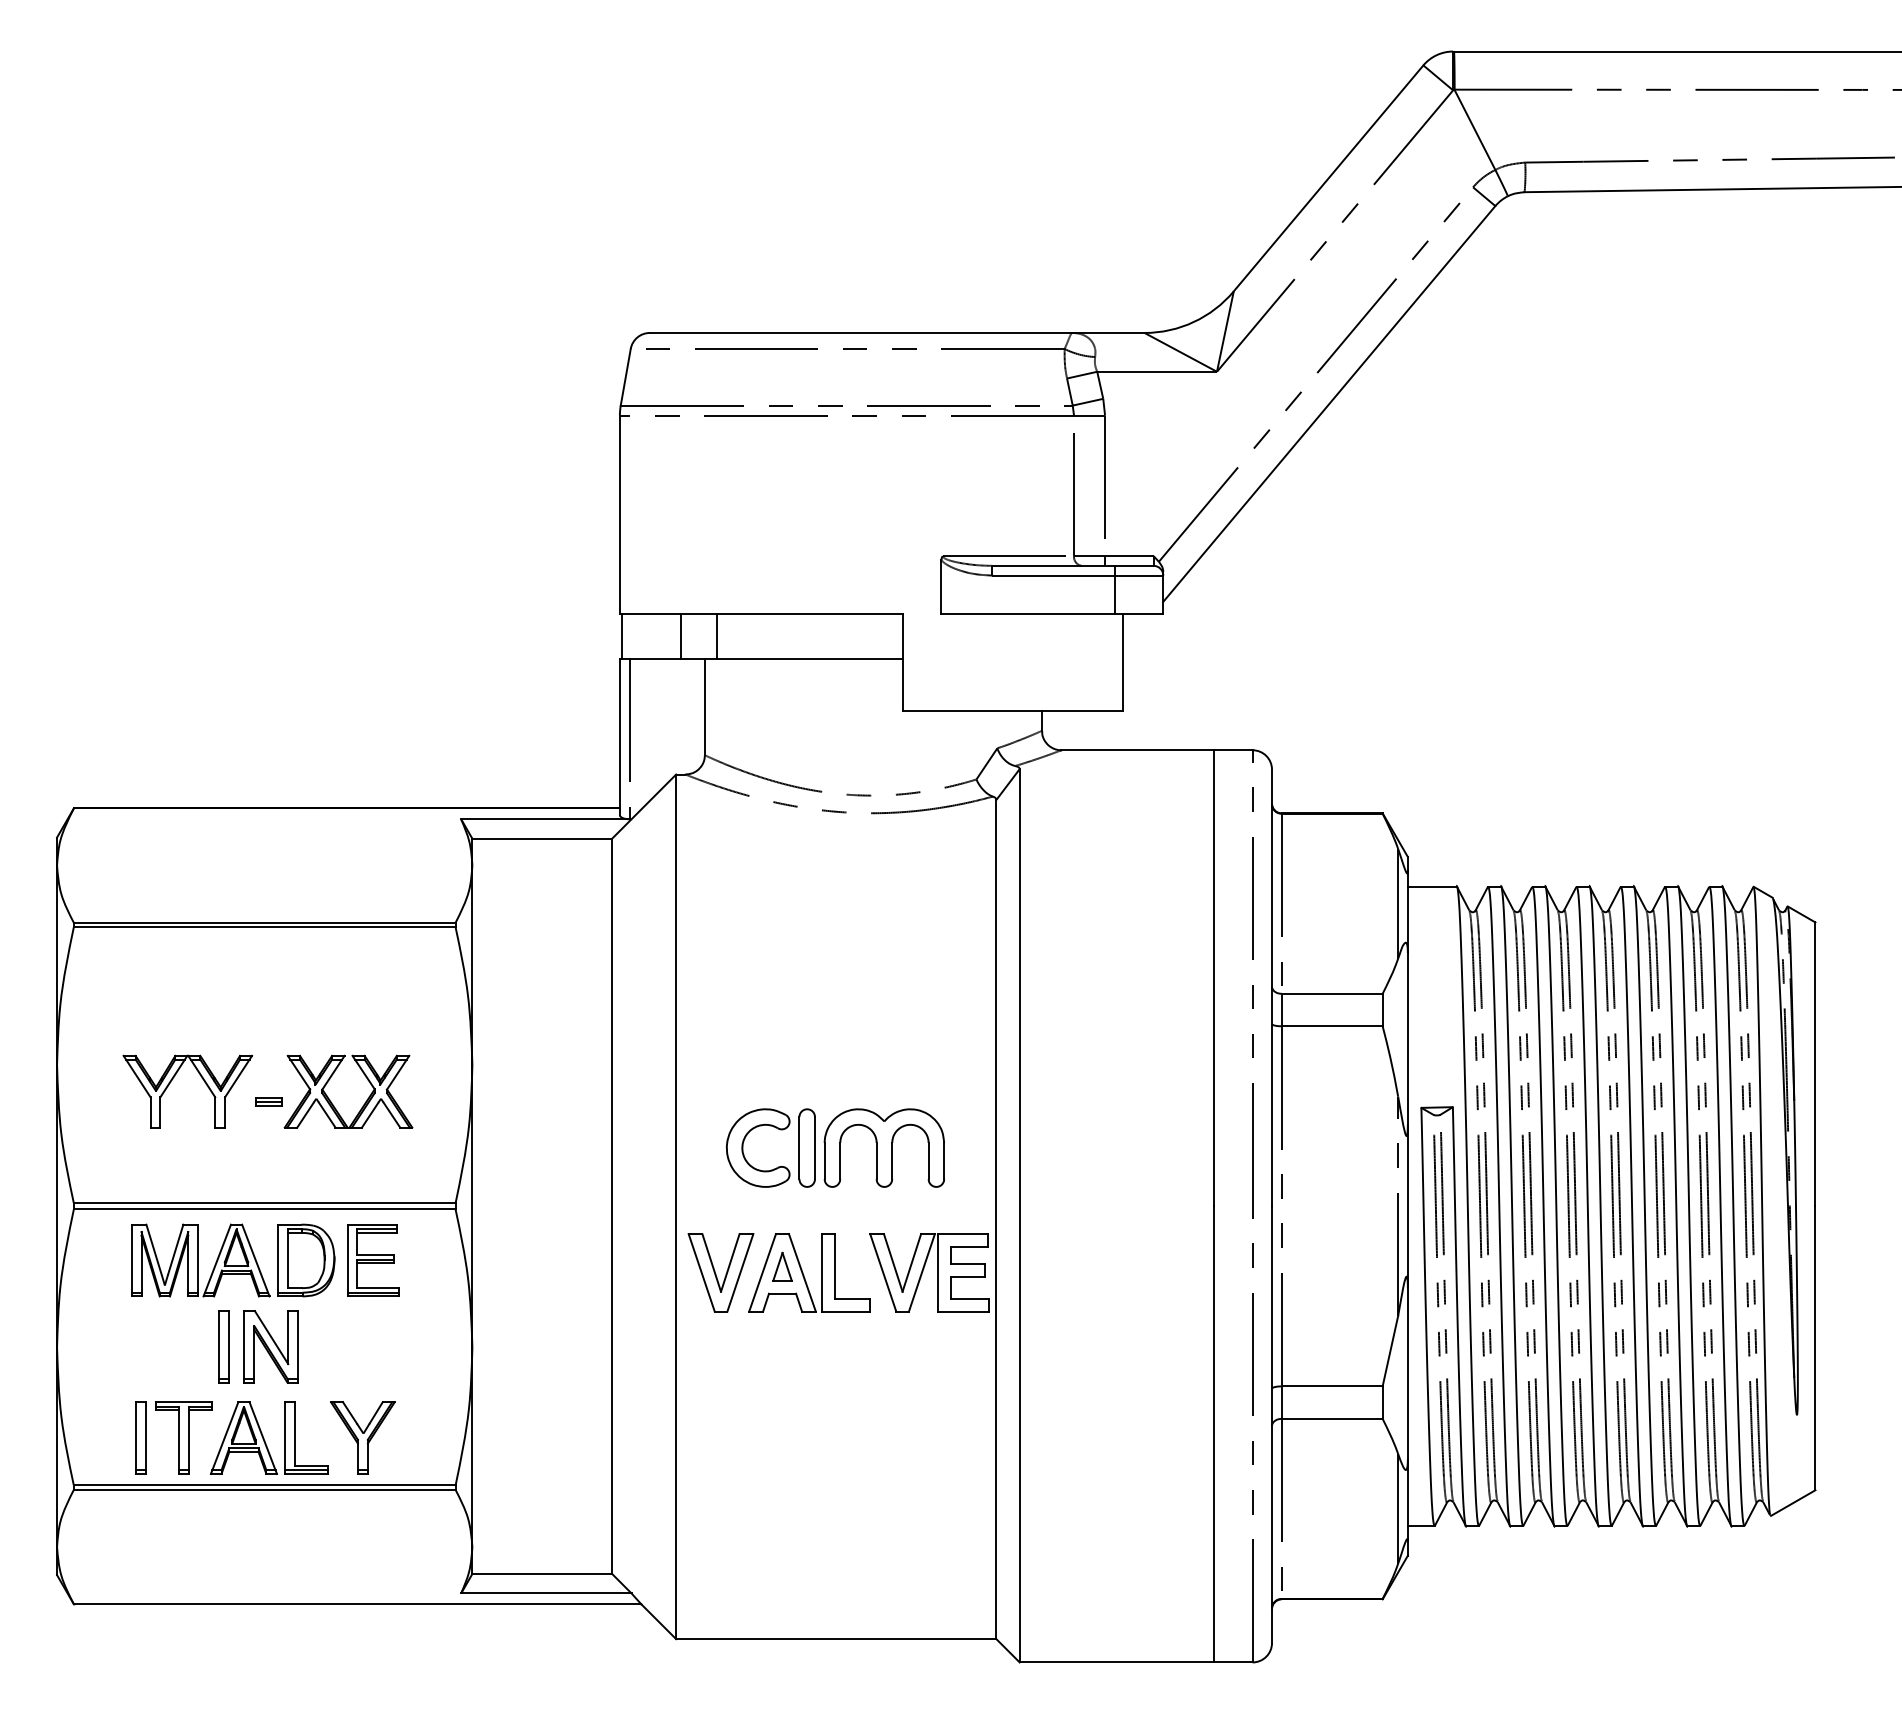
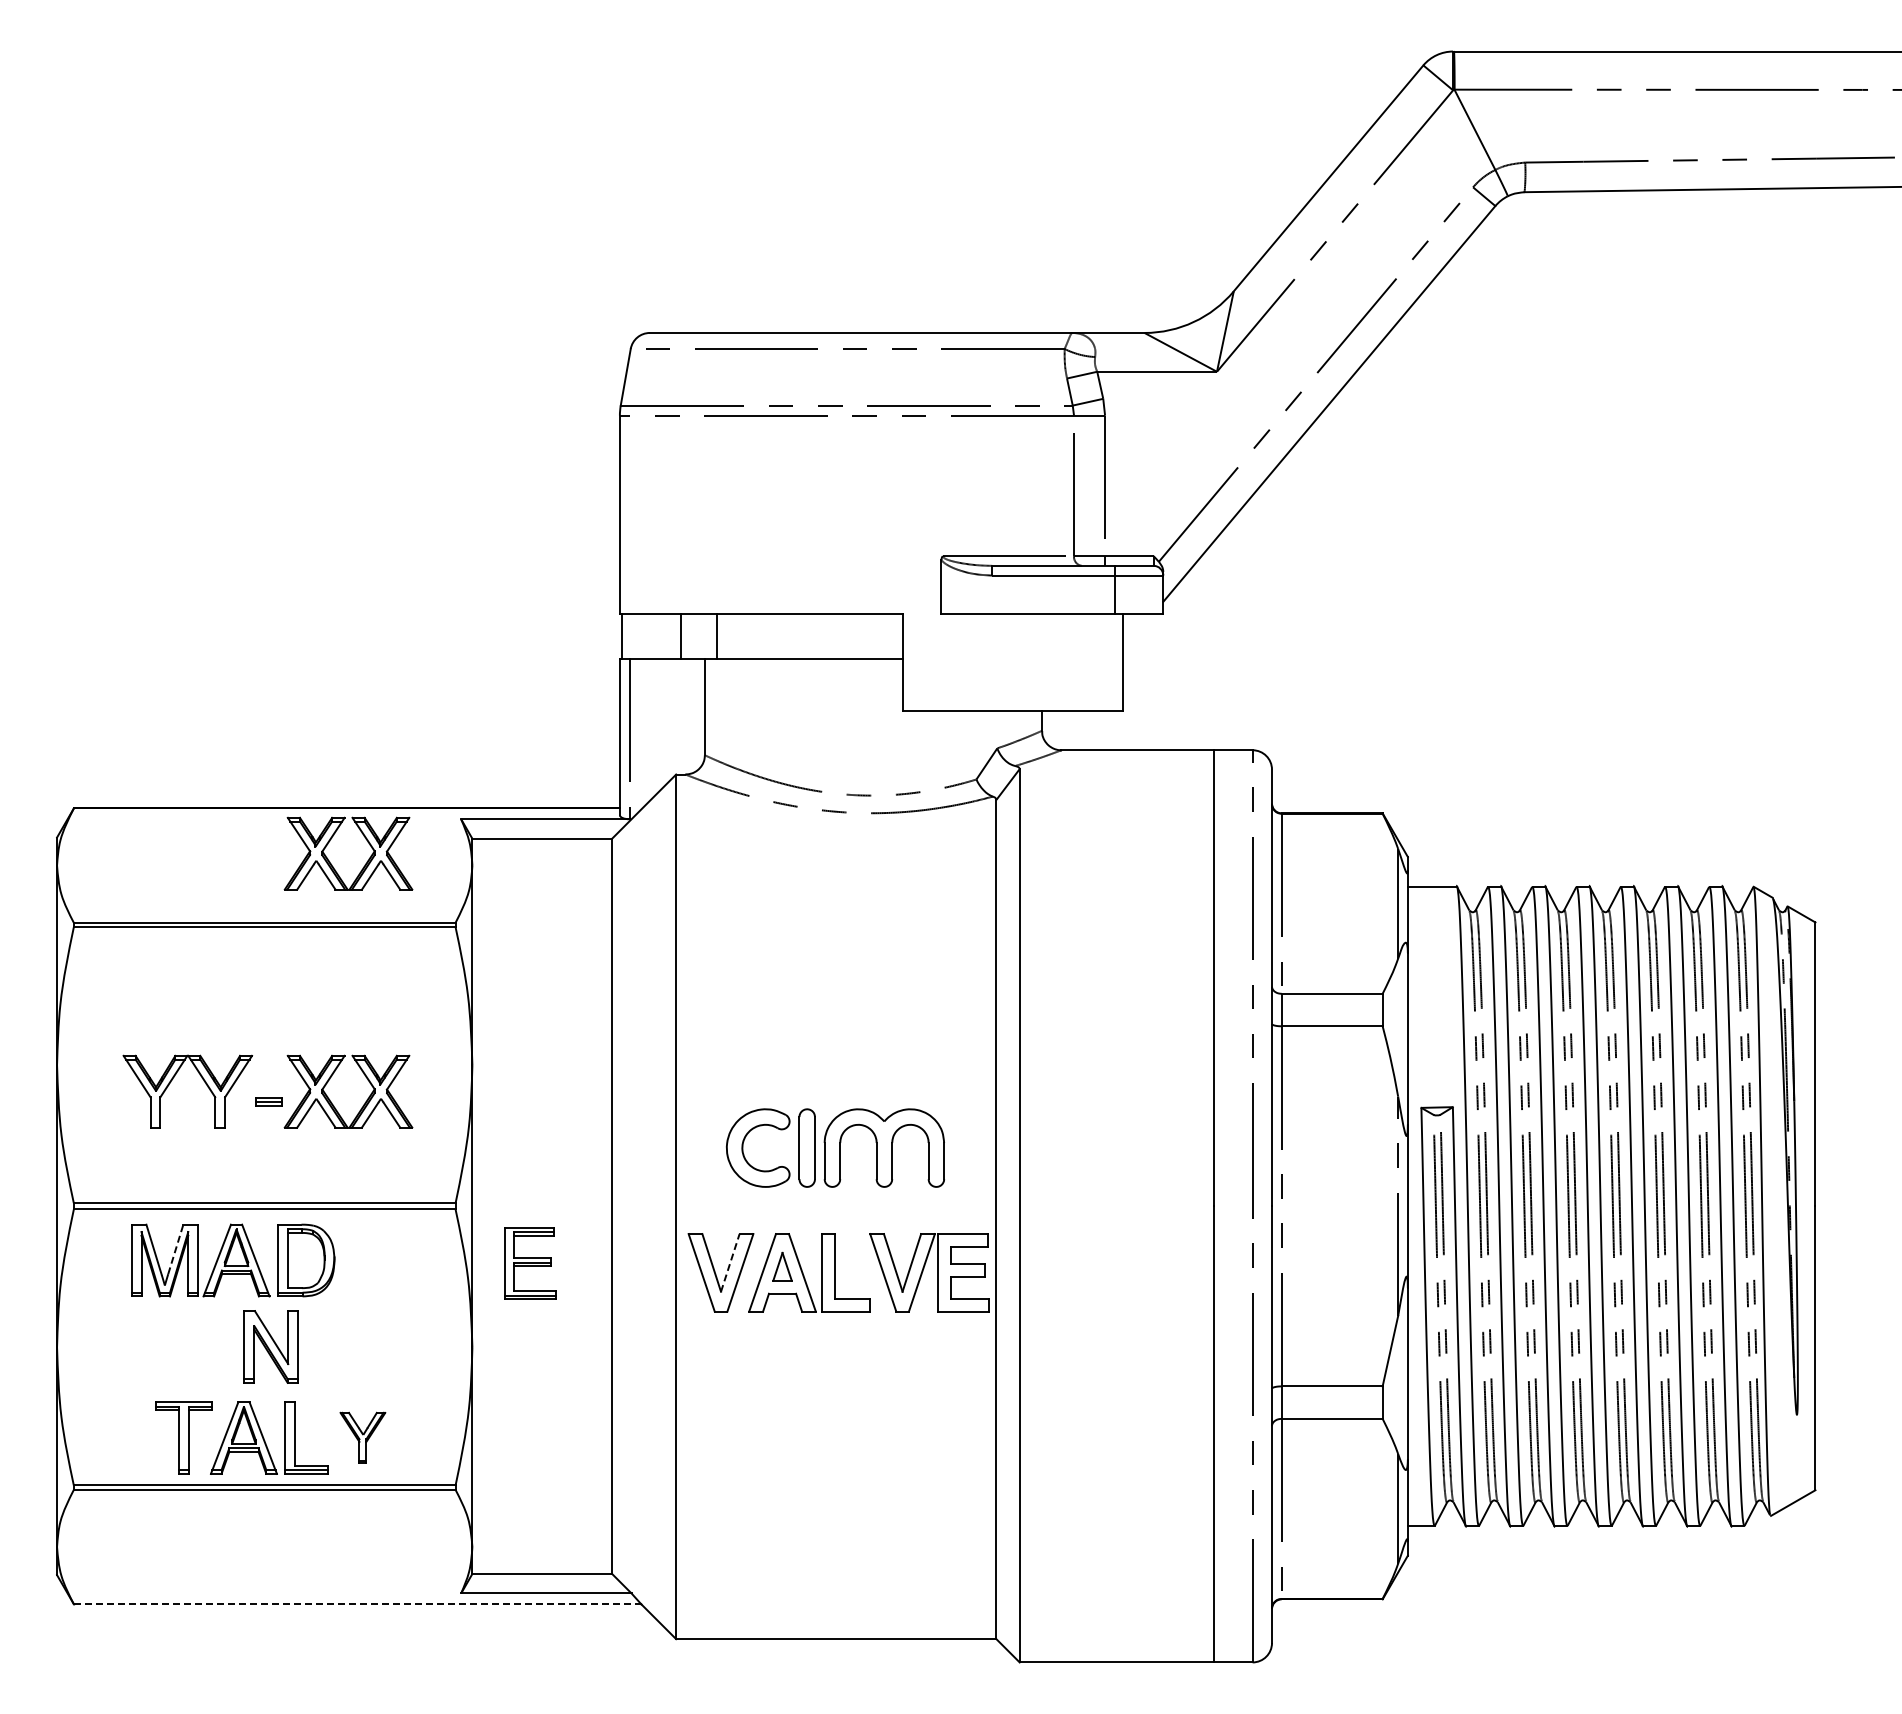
part at (332, 864): none -> present
line at (175, 1249): solid -> dashed
part at (373, 1260) position: (373, 1260) -> (530, 1263)
line at (730, 1262): solid -> dashed
part at (223, 1346): present -> none
part at (140, 1437): present -> none
part at (362, 1437) size: 66x74 px -> 48x53 px
line at (357, 1604): solid -> dashed
